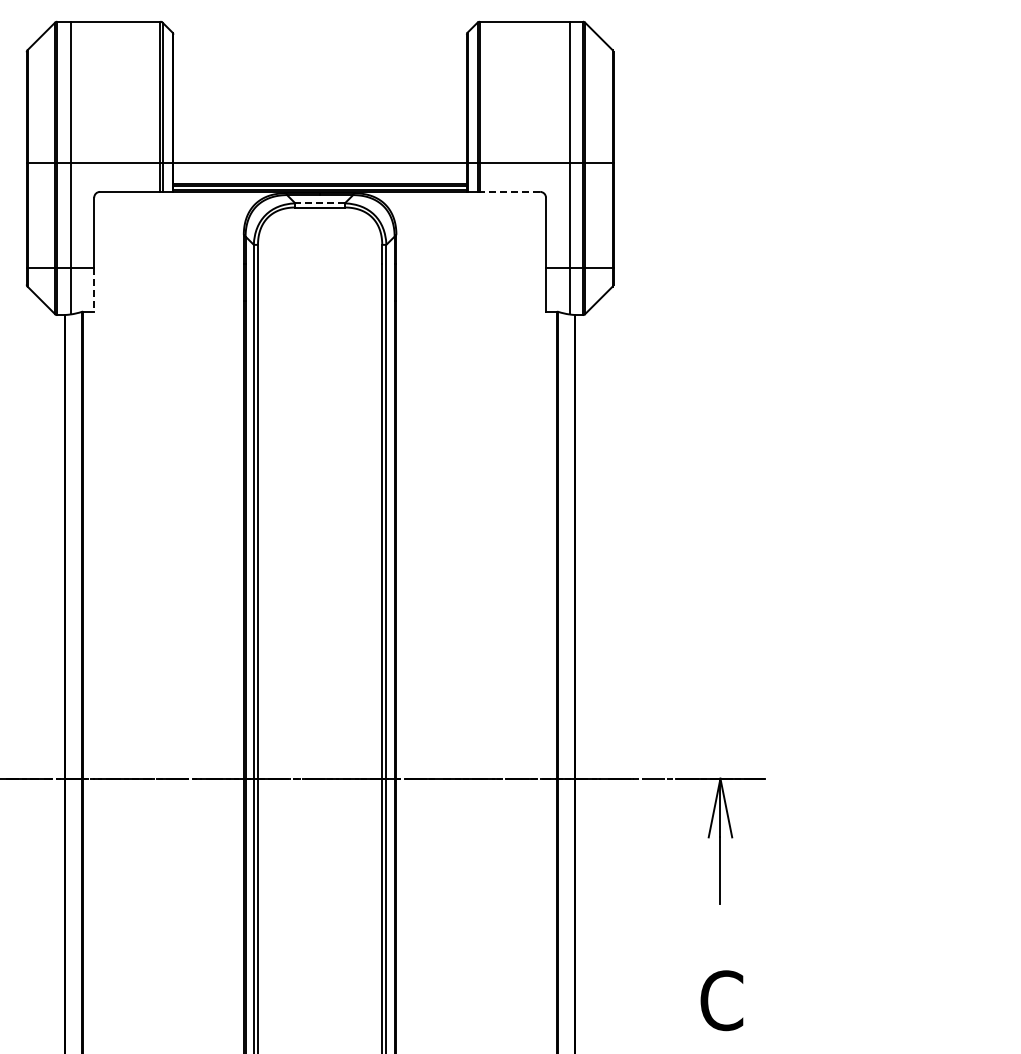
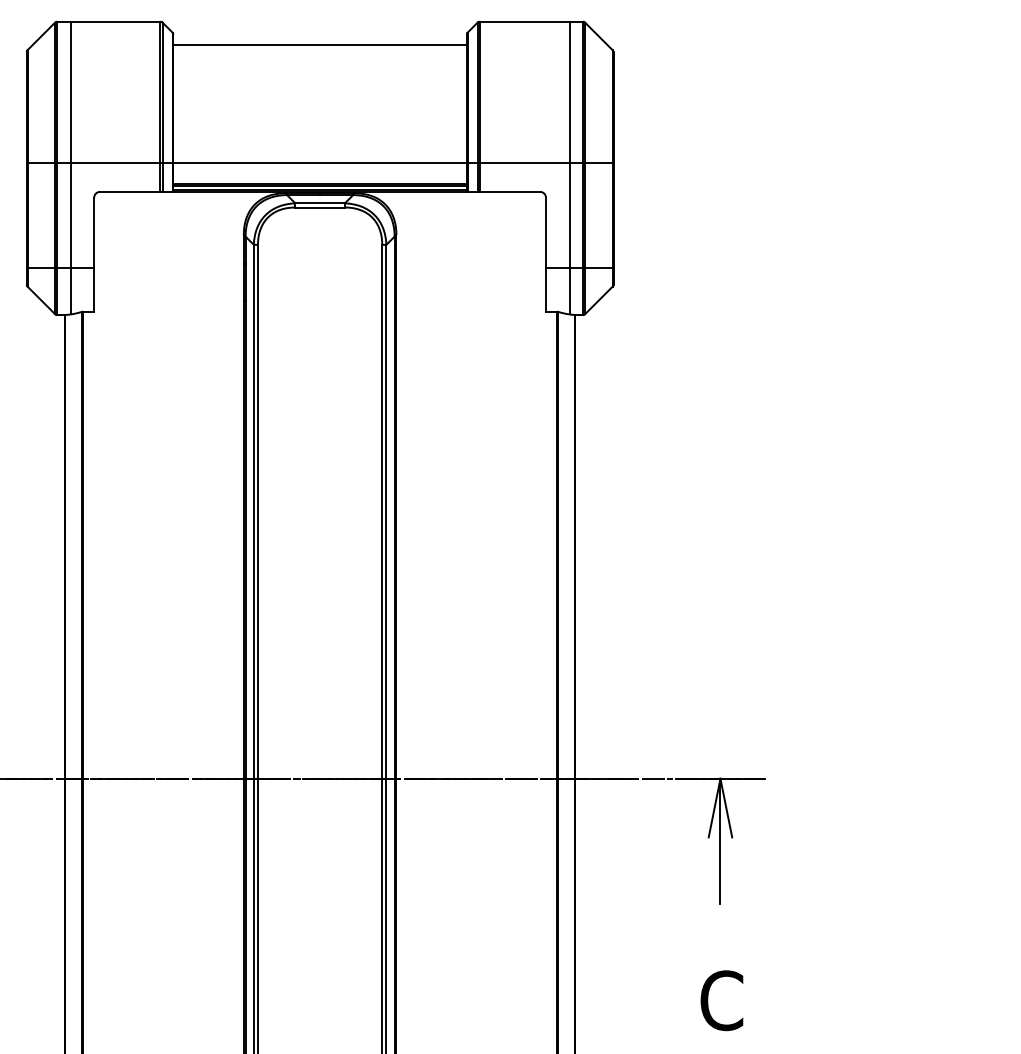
line at (319, 45): none -> present
line at (509, 191): dashed -> solid
line at (320, 203): dashed -> solid
line at (94, 289): dashed -> solid
